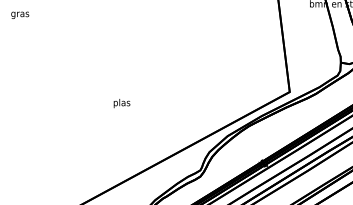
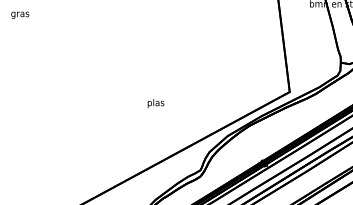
text at (121, 103) position: (121, 103) -> (155, 103)
